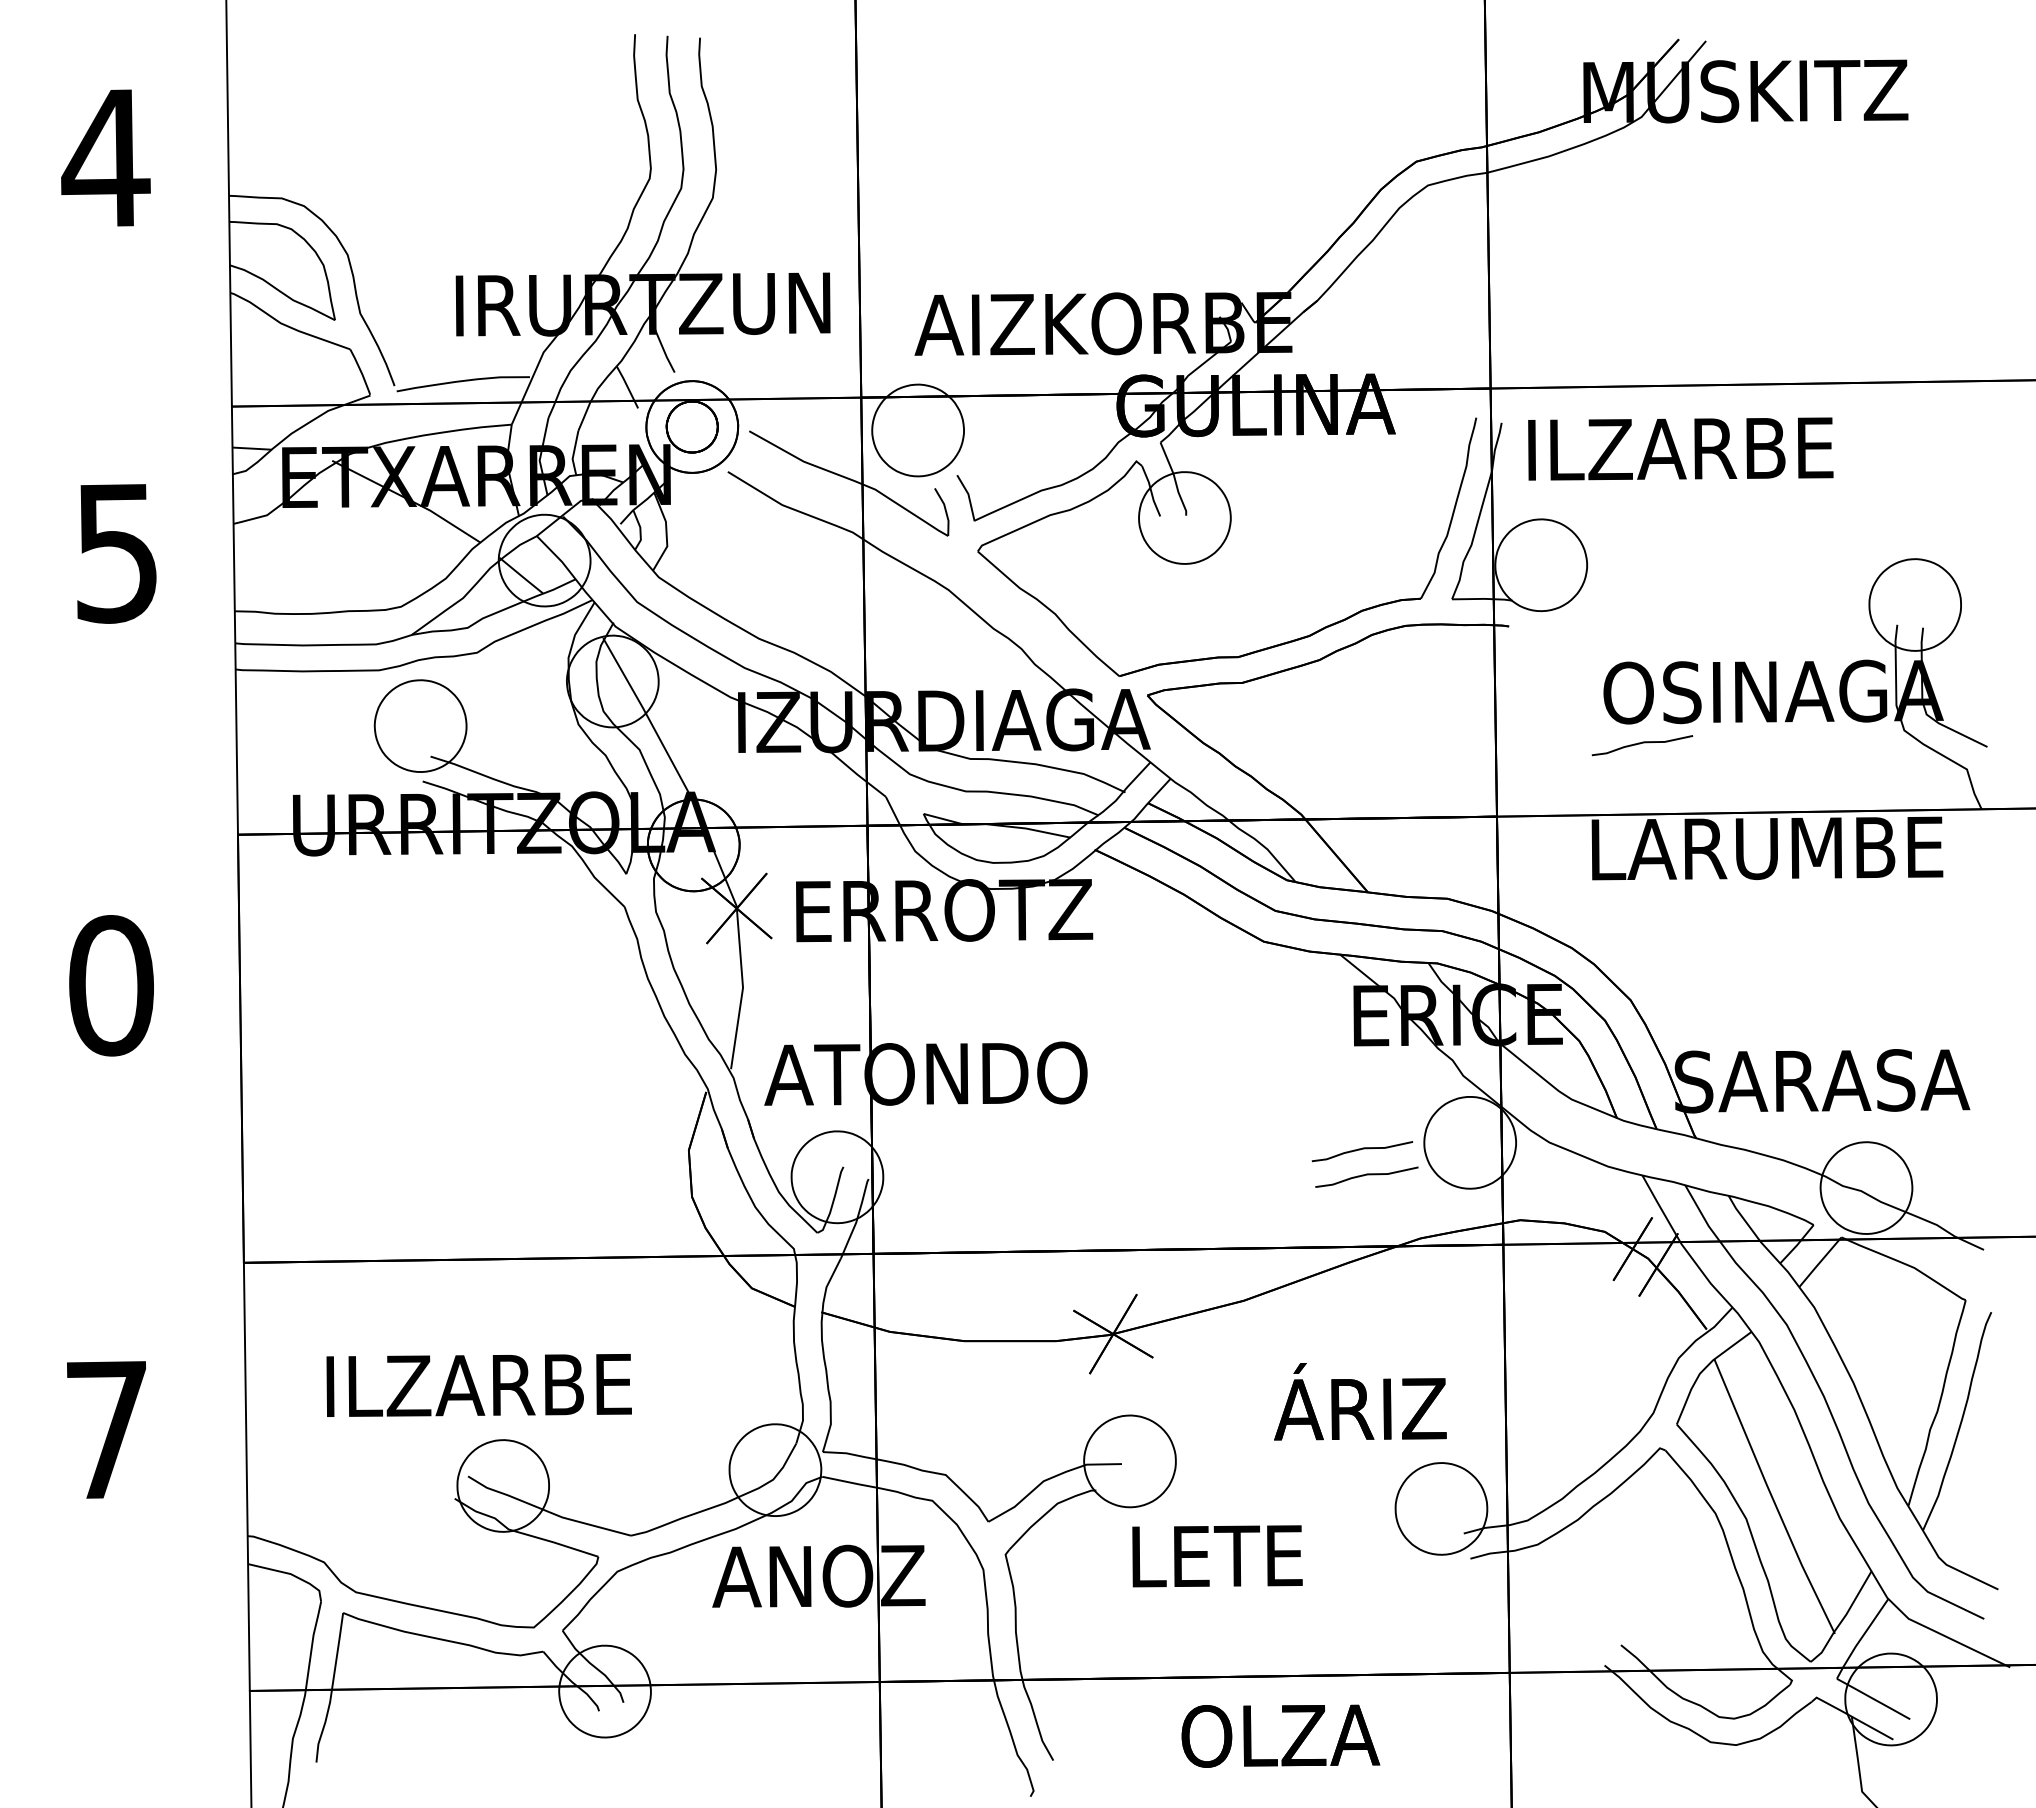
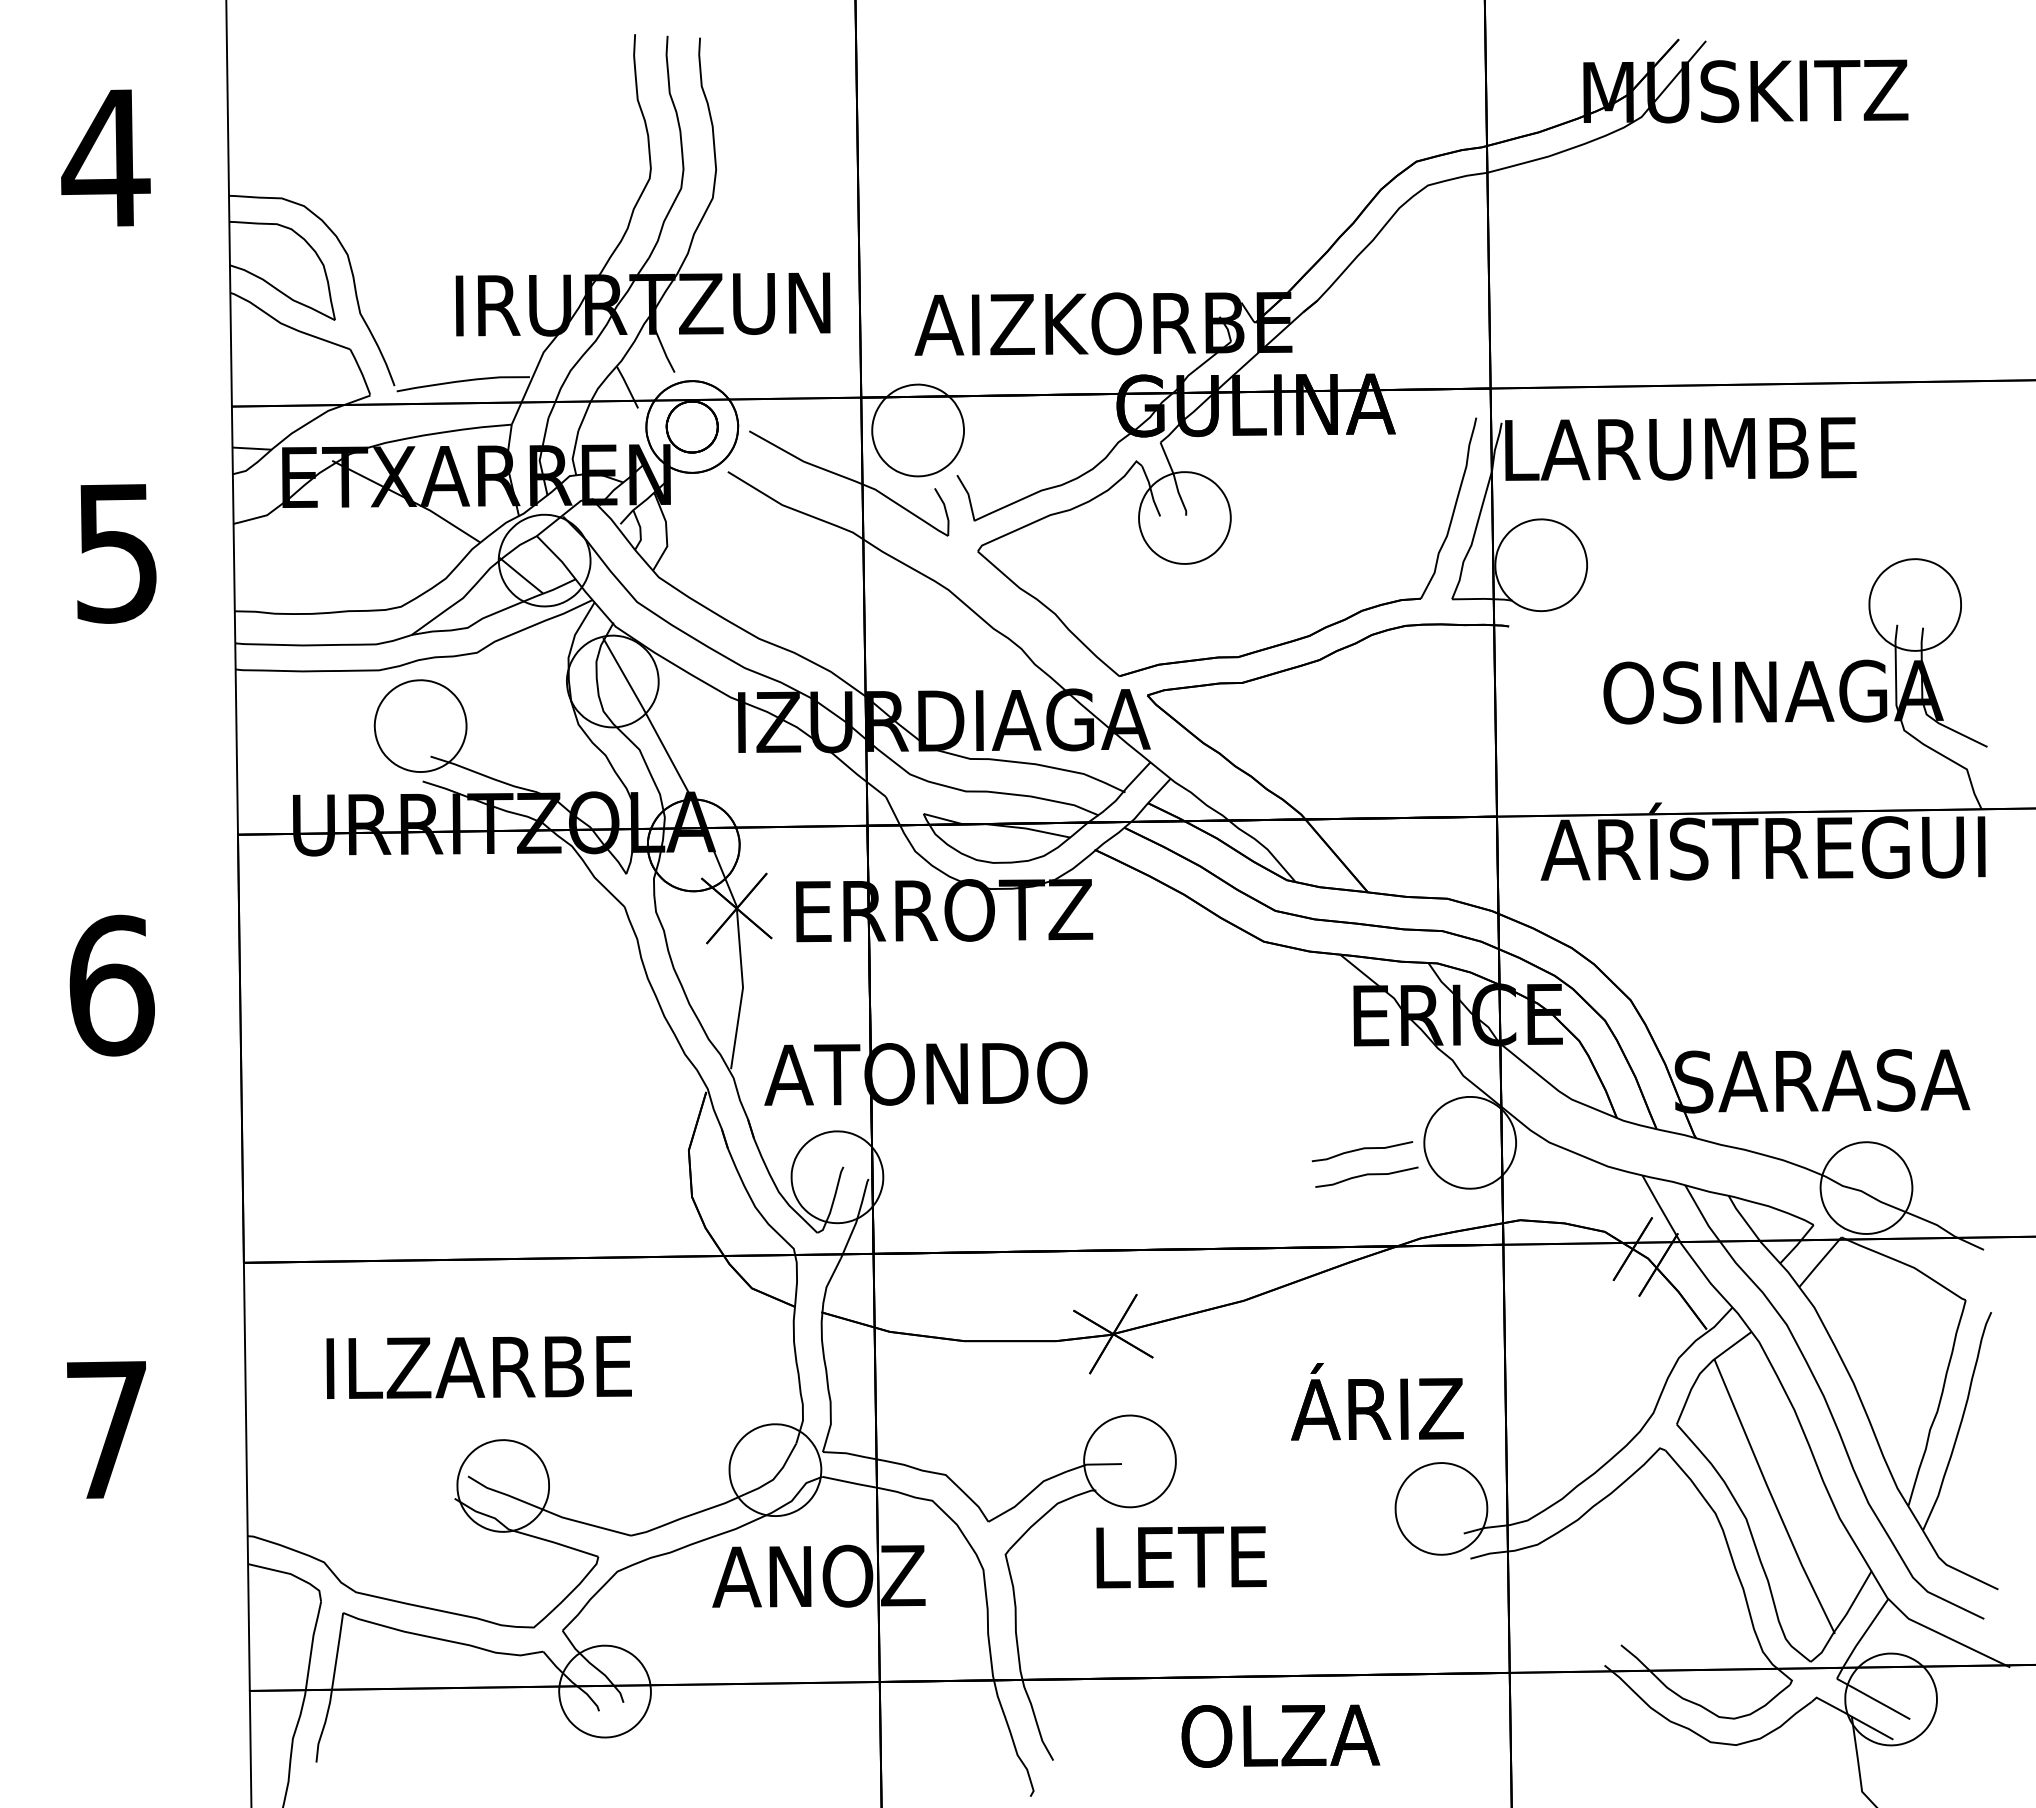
text at (1680, 448): ILZARBE -> LARUMBE
curve at (1642, 743): present -> none
text at (1762, 841): LARUMBE -> ARÍSTREGUI
text at (111, 985): 0 -> 6
text at (478, 1385) position: (478, 1385) -> (478, 1367)
text at (1360, 1401) position: (1360, 1401) -> (1377, 1401)
text at (1217, 1556) position: (1217, 1556) -> (1181, 1557)
